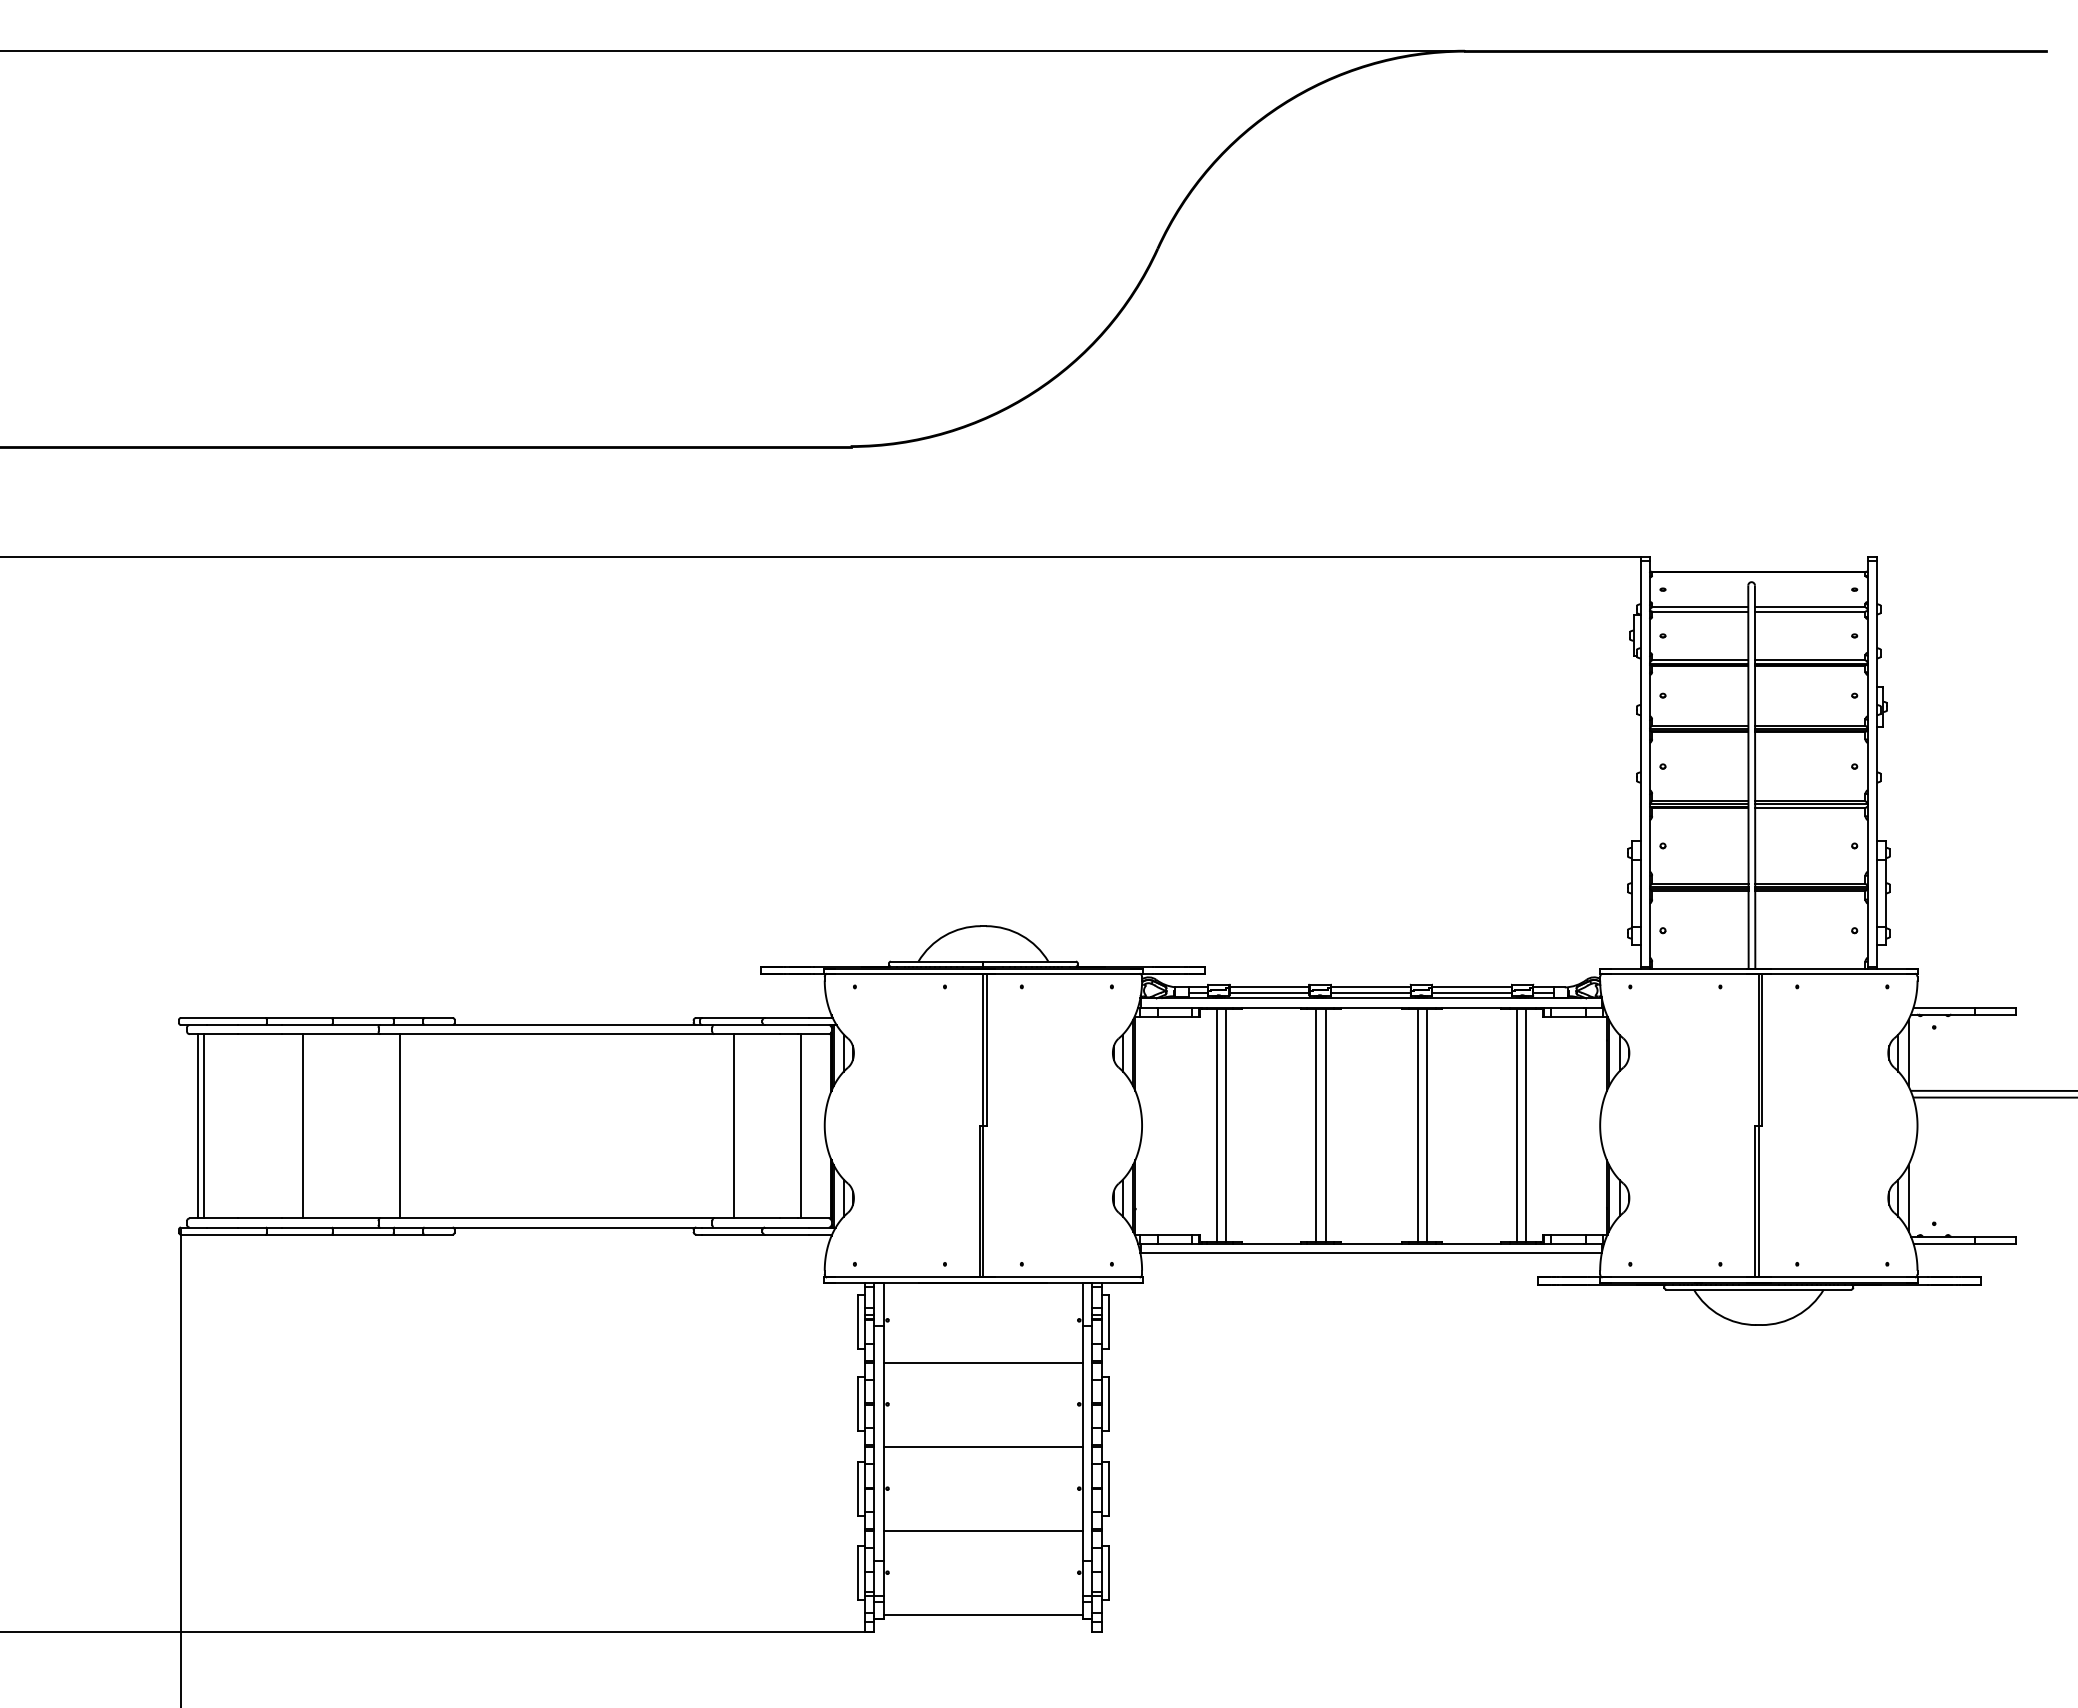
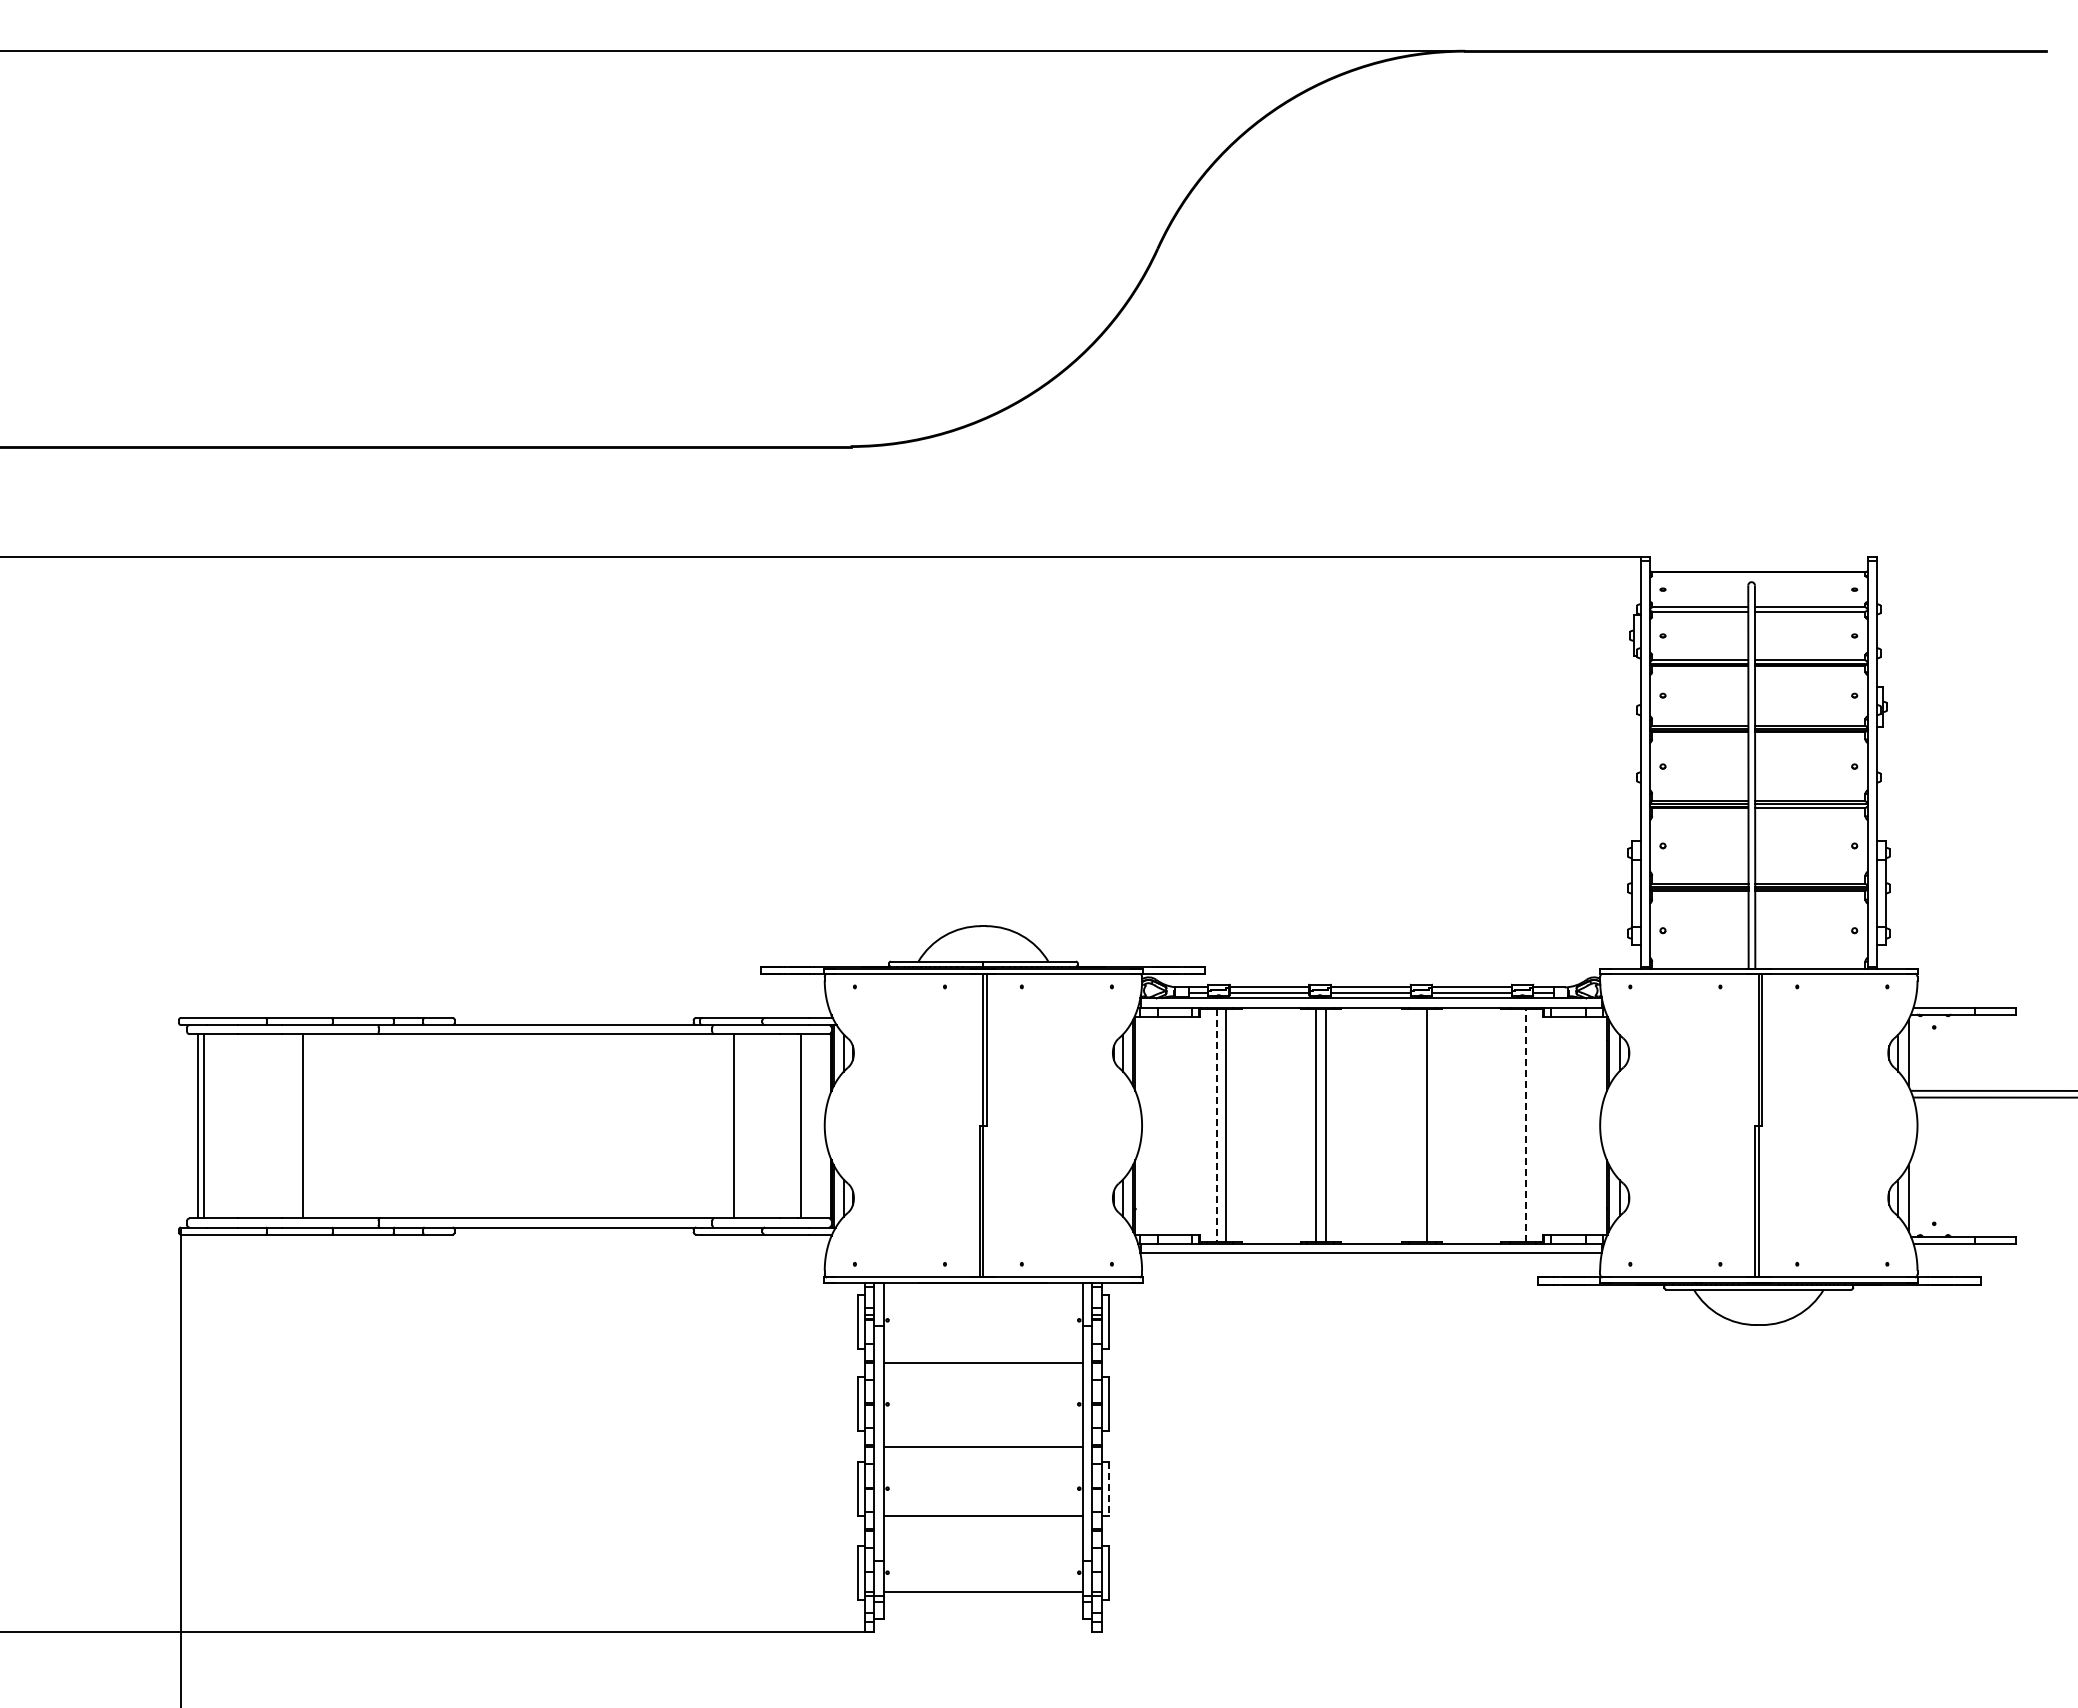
line at (1217, 1125): solid -> dashed
line at (1417, 1125): present -> none
line at (1516, 1125): present -> none
line at (1525, 1125): solid -> dashed
line at (399, 1126): present -> none
line at (1108, 1488): solid -> dashed
line at (983, 1530) position: (983, 1530) -> (983, 1515)
line at (983, 1614) position: (983, 1614) -> (983, 1591)
